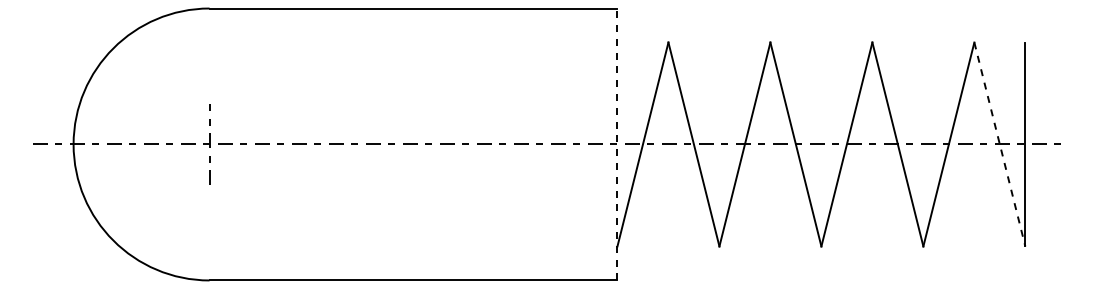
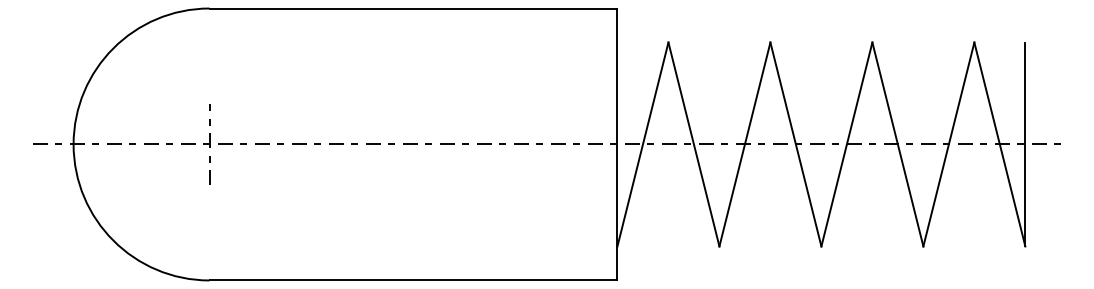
line at (617, 144): dashed -> solid
line at (999, 144): dashed -> solid
